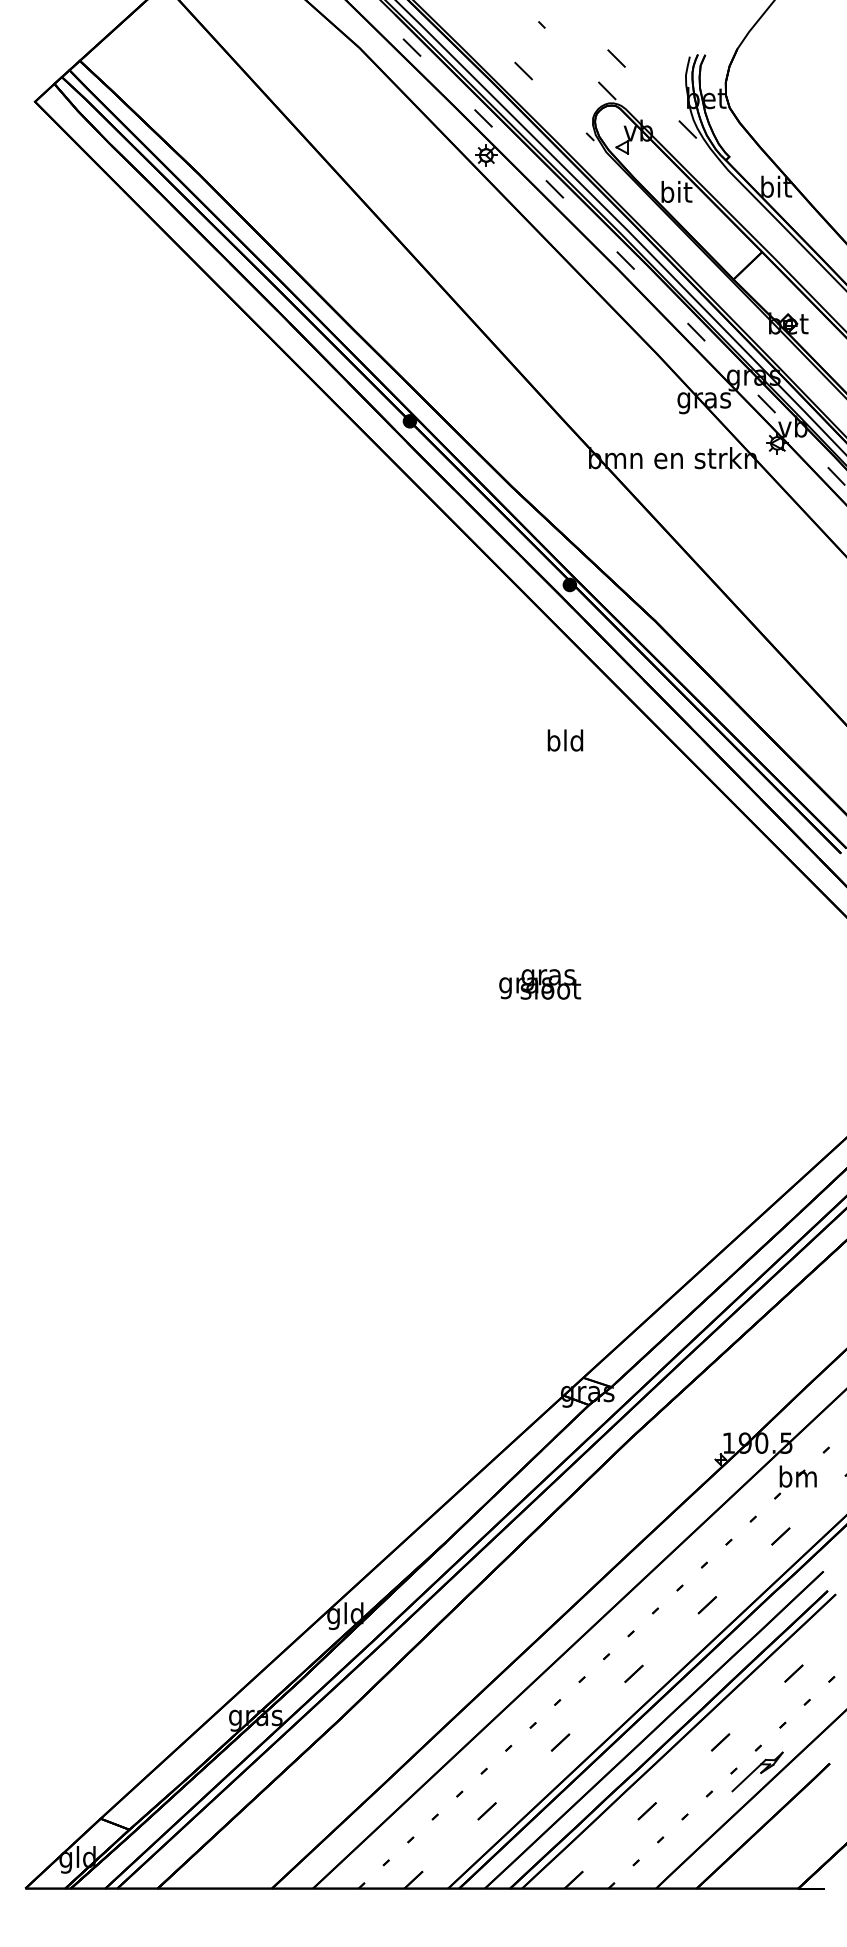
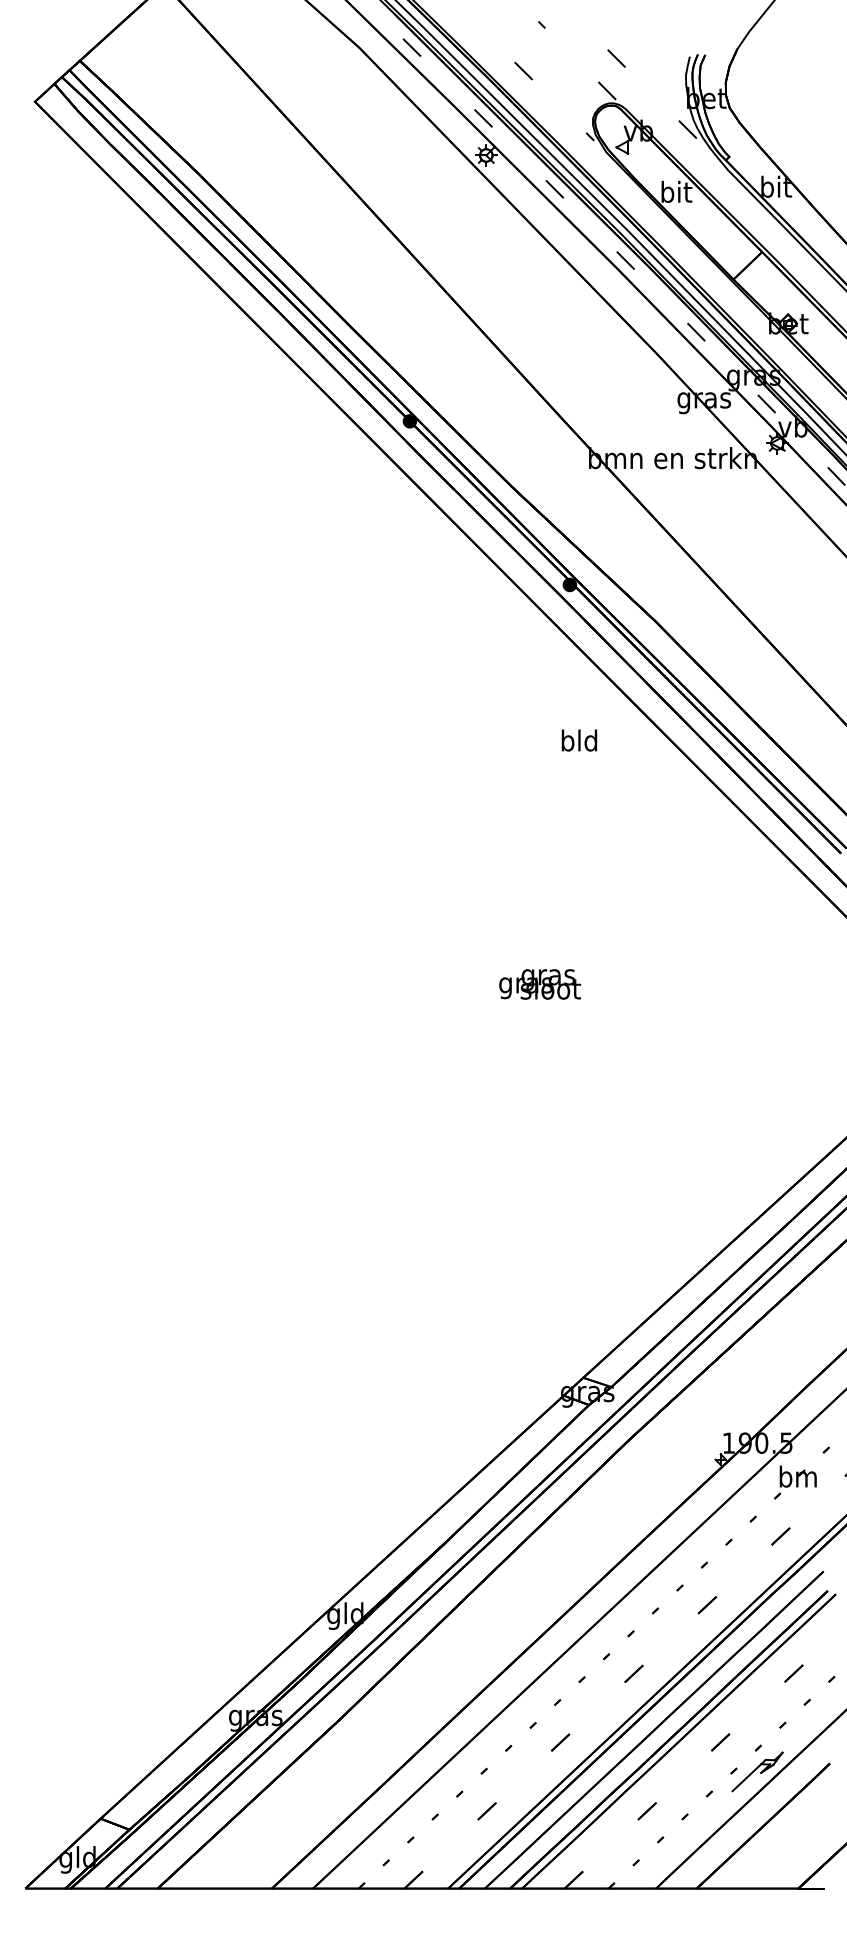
text at (565, 740) position: (565, 740) -> (579, 740)
